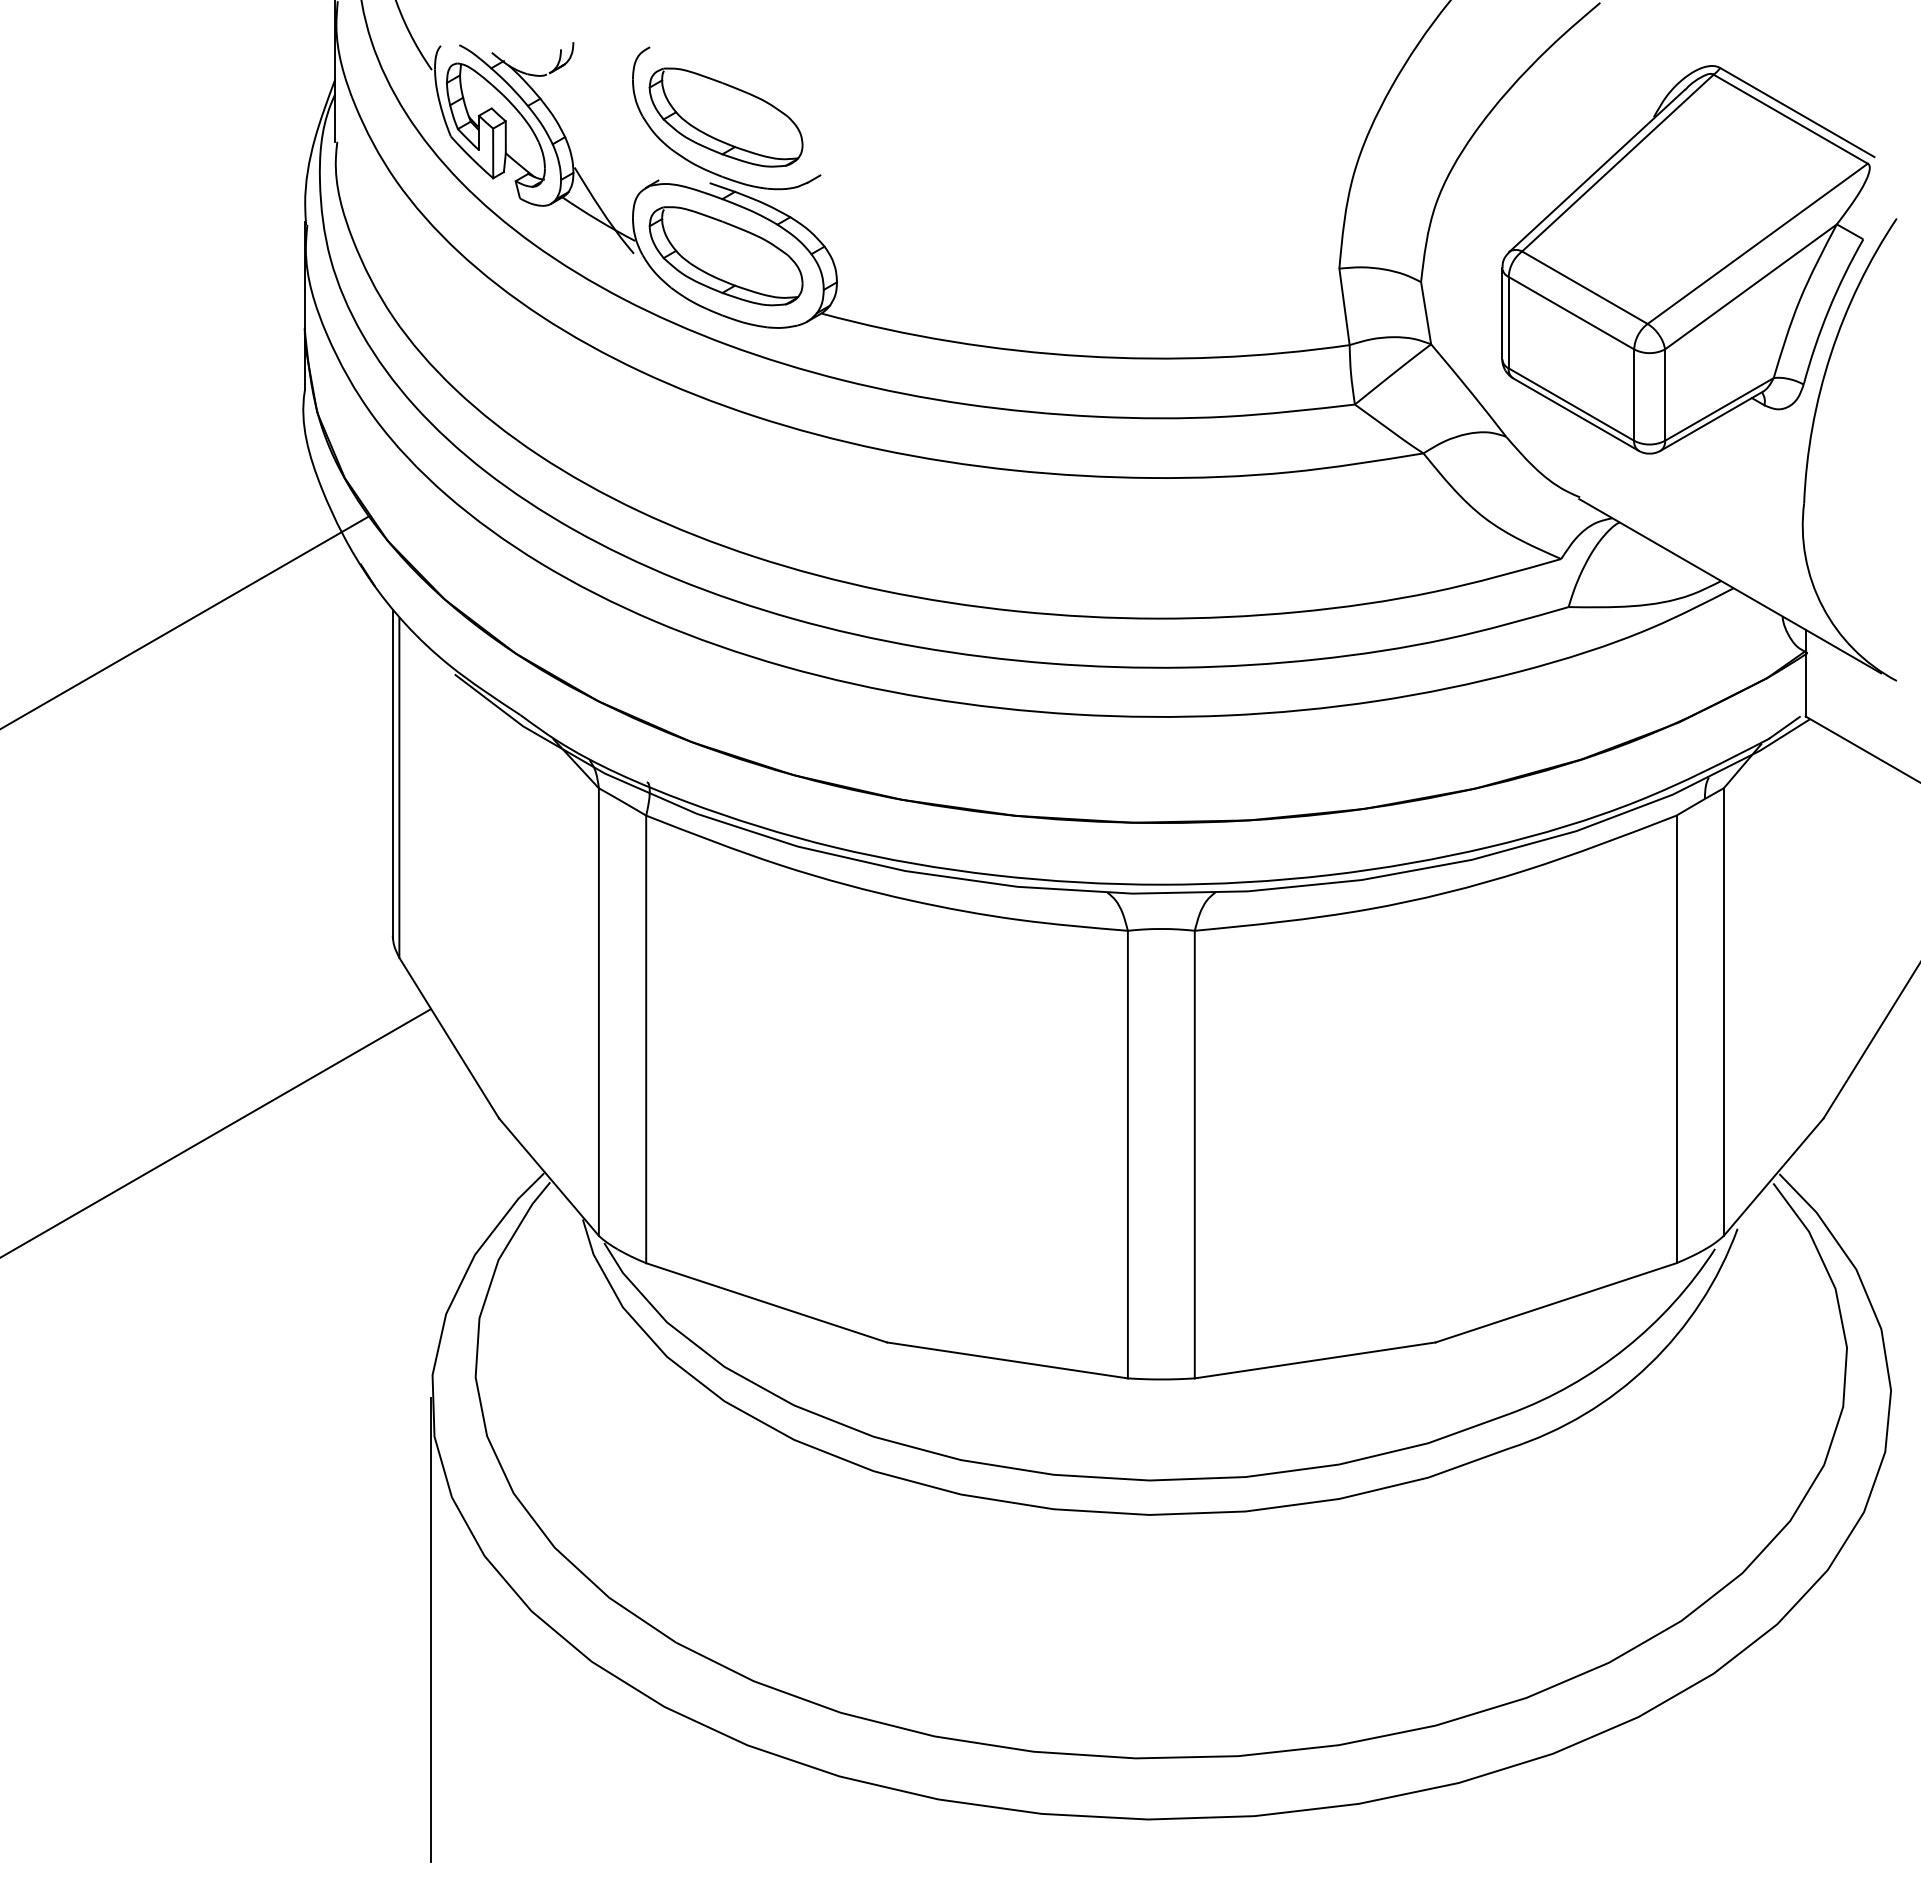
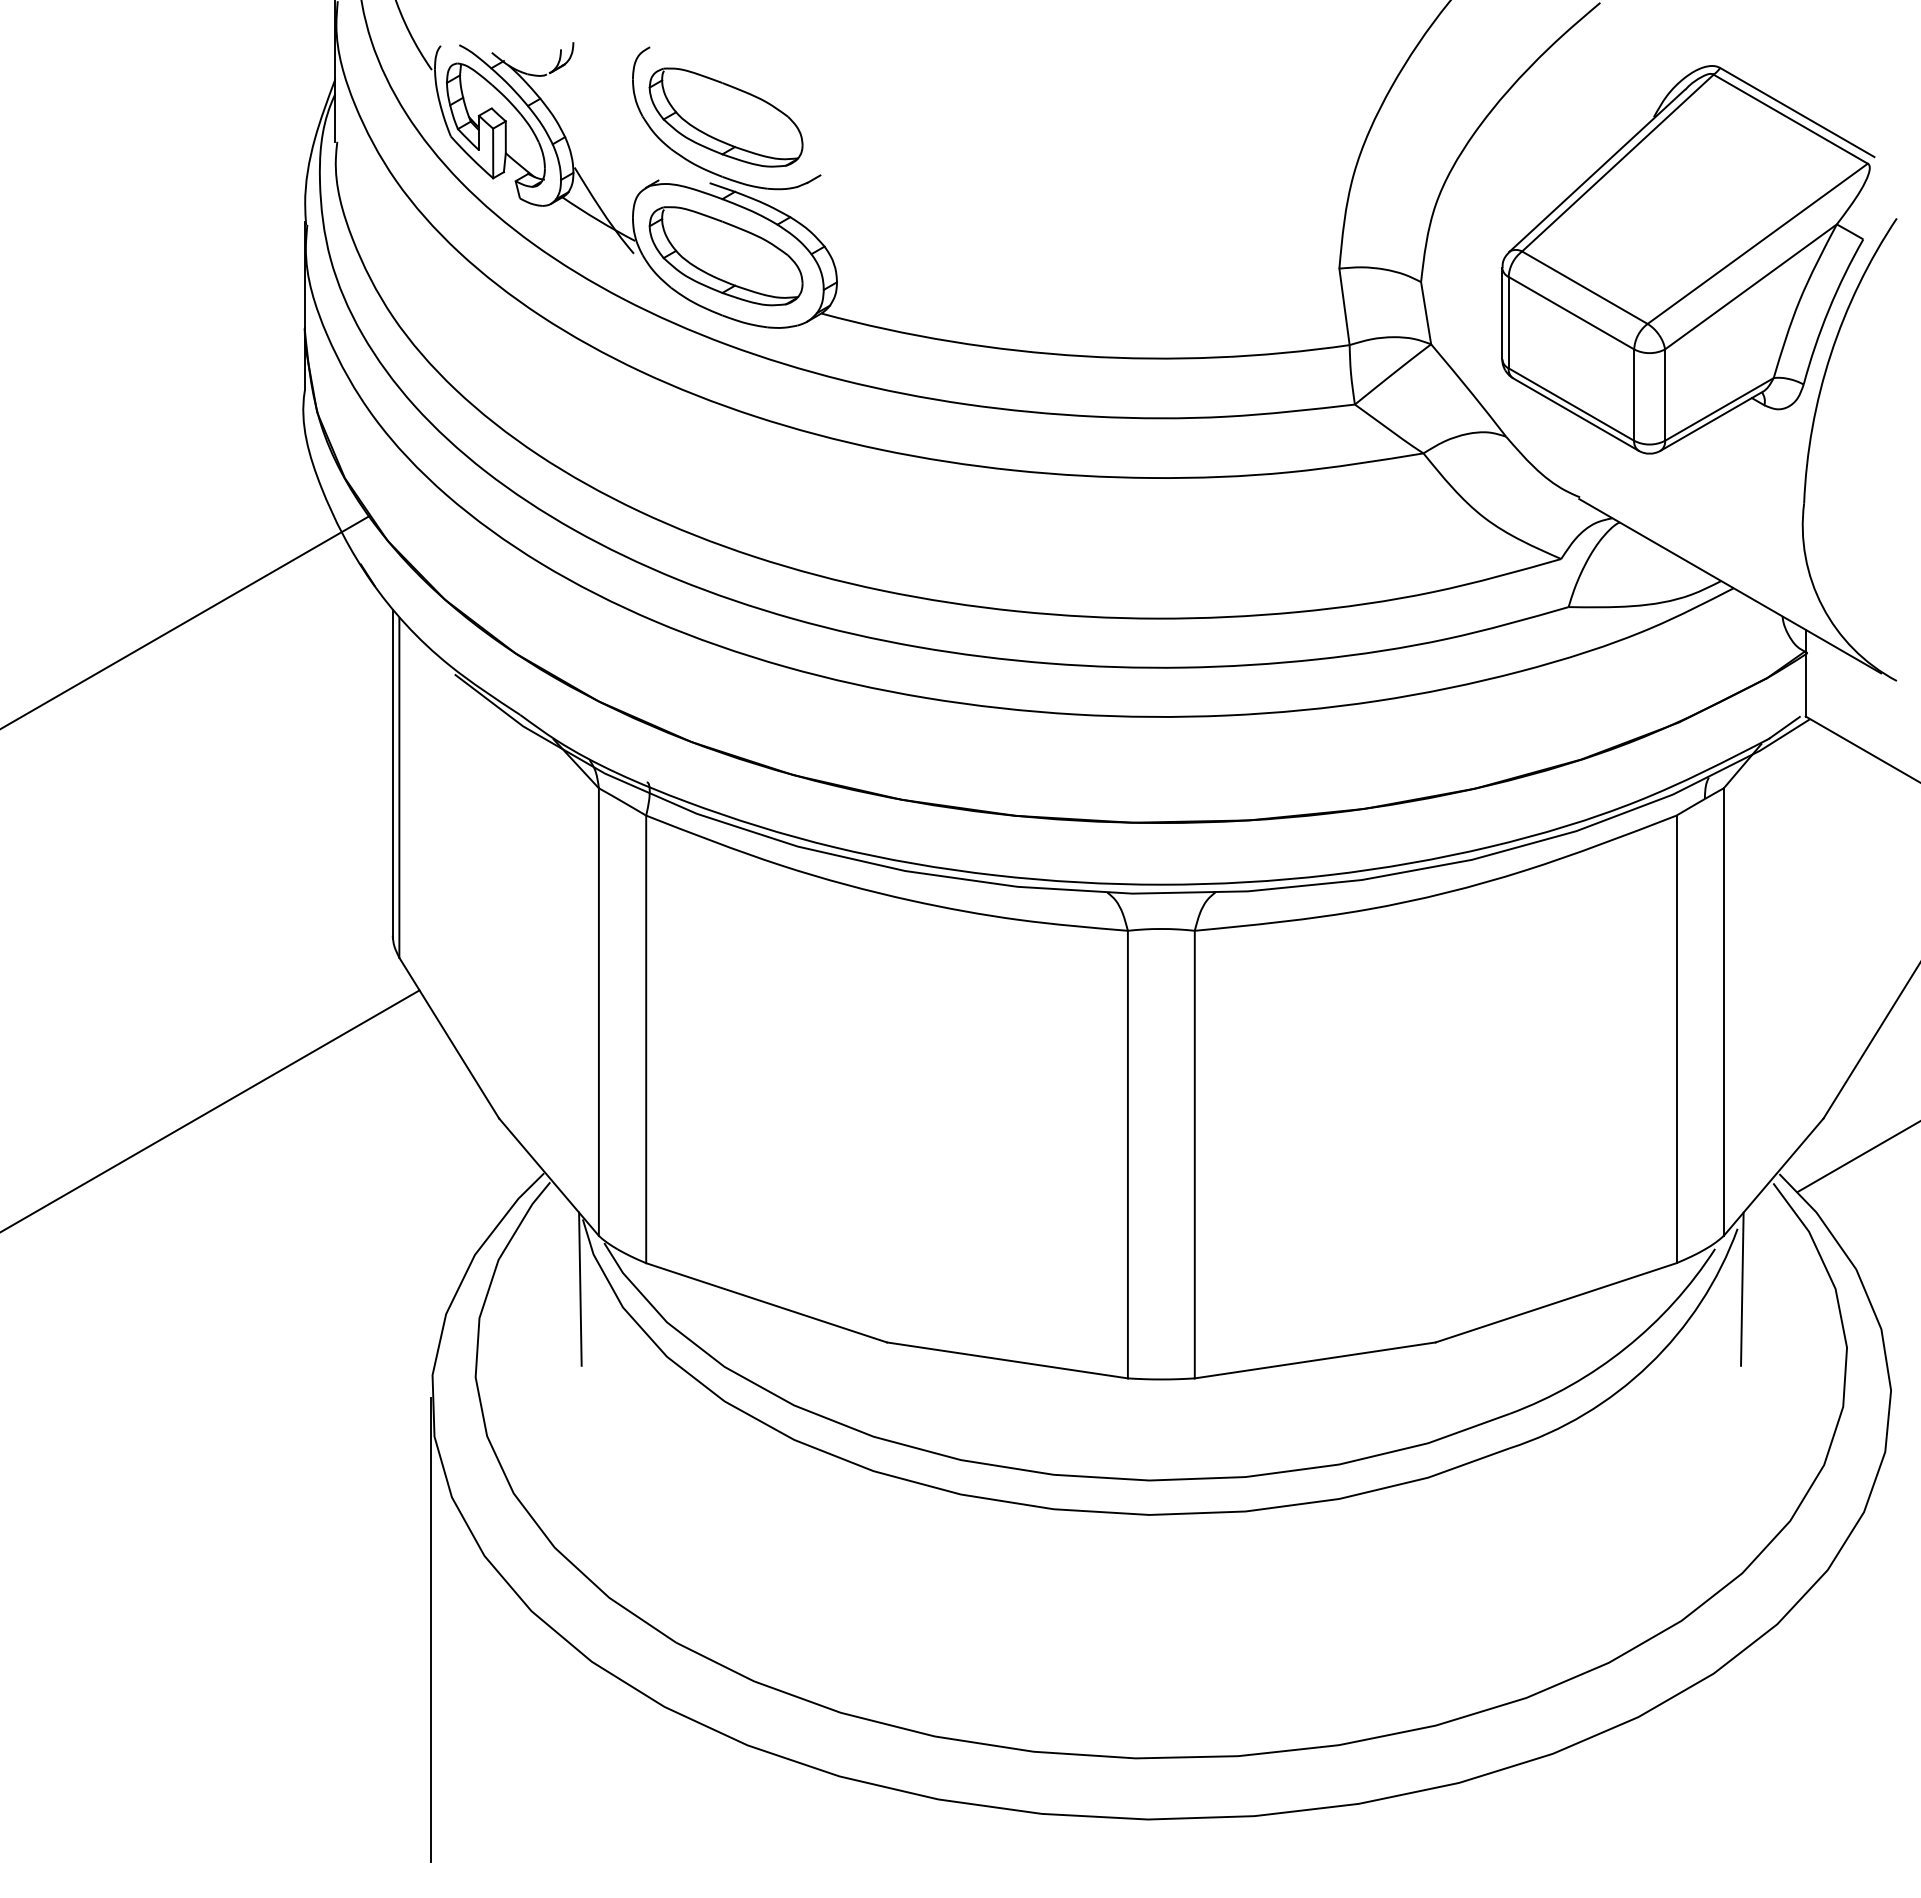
line at (216, 1132) position: (216, 1132) -> (210, 1110)
line at (1857, 1156): none -> present
line at (580, 1288): none -> present
line at (1742, 1288): none -> present
